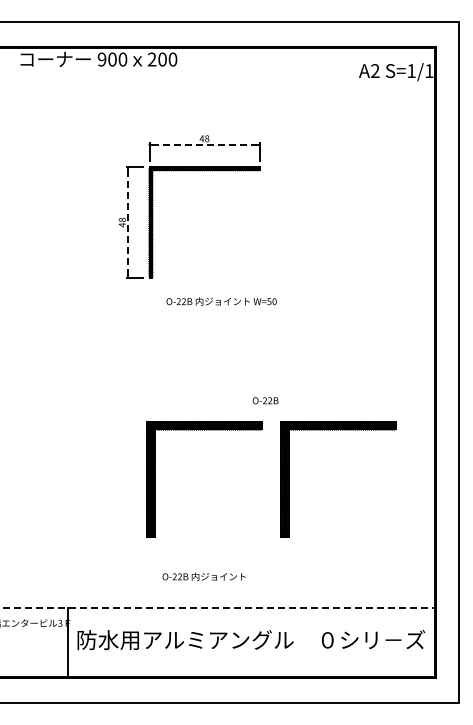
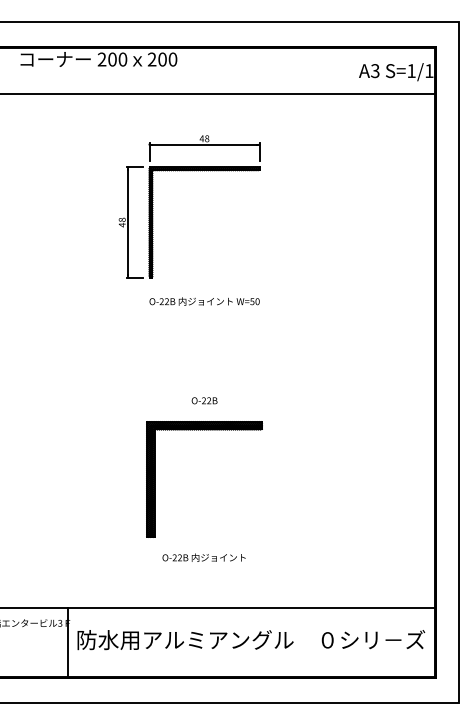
text at (101, 59): 900 -> 200
text at (375, 71): A2 -> A3
line at (218, 94): none -> present
line at (204, 144): dashed -> solid
line at (128, 222): dashed -> solid
text at (221, 301) position: (221, 301) -> (204, 301)
text at (265, 400) position: (265, 400) -> (204, 400)
part at (338, 430): present -> none
text at (203, 576) position: (203, 576) -> (203, 557)
line at (217, 608): dashed -> solid
